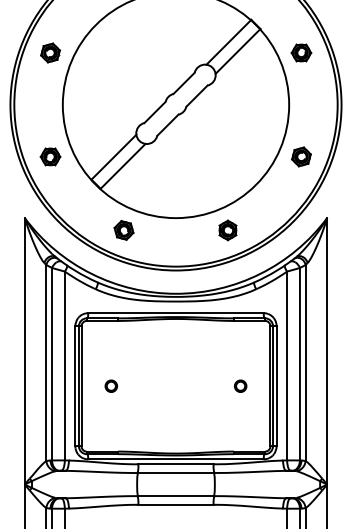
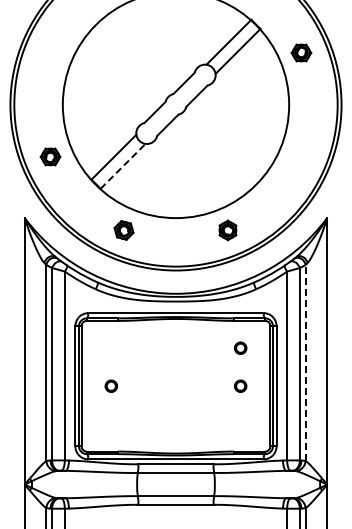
part at (50, 52): present -> none
part at (301, 156): present -> none
line at (123, 166): solid -> dashed
part at (240, 347): none -> present
line at (305, 362): solid -> dashed
